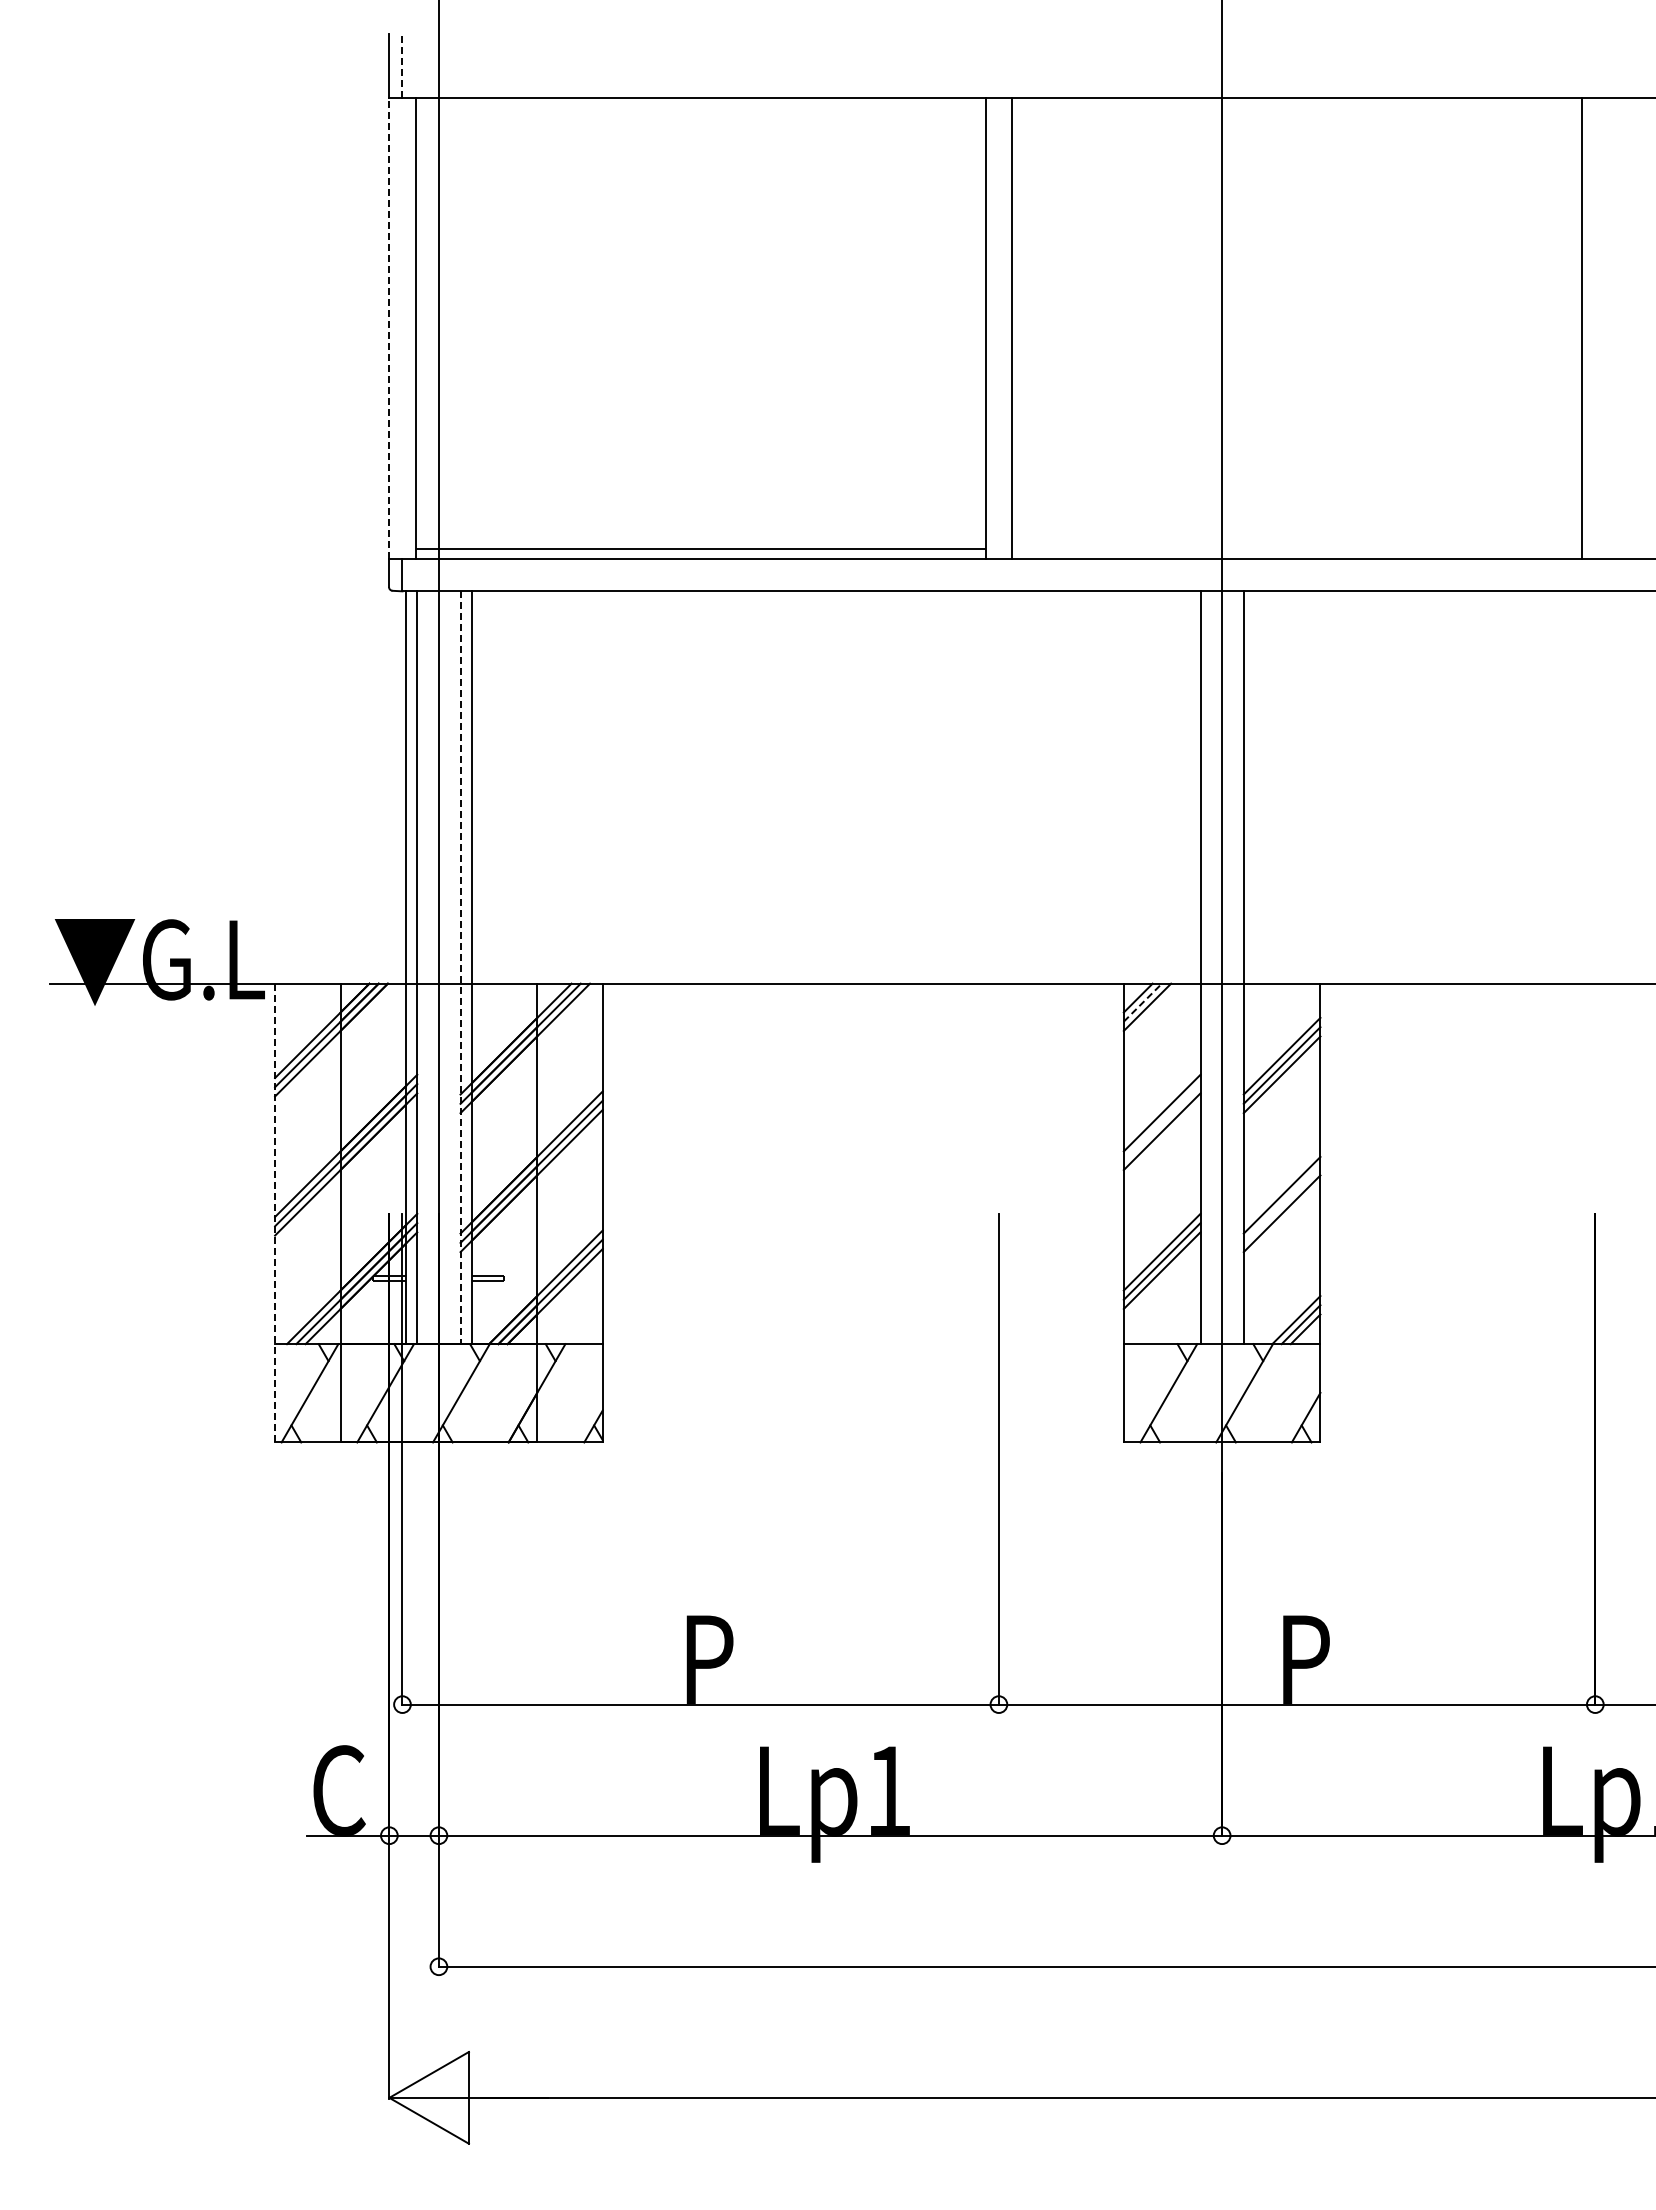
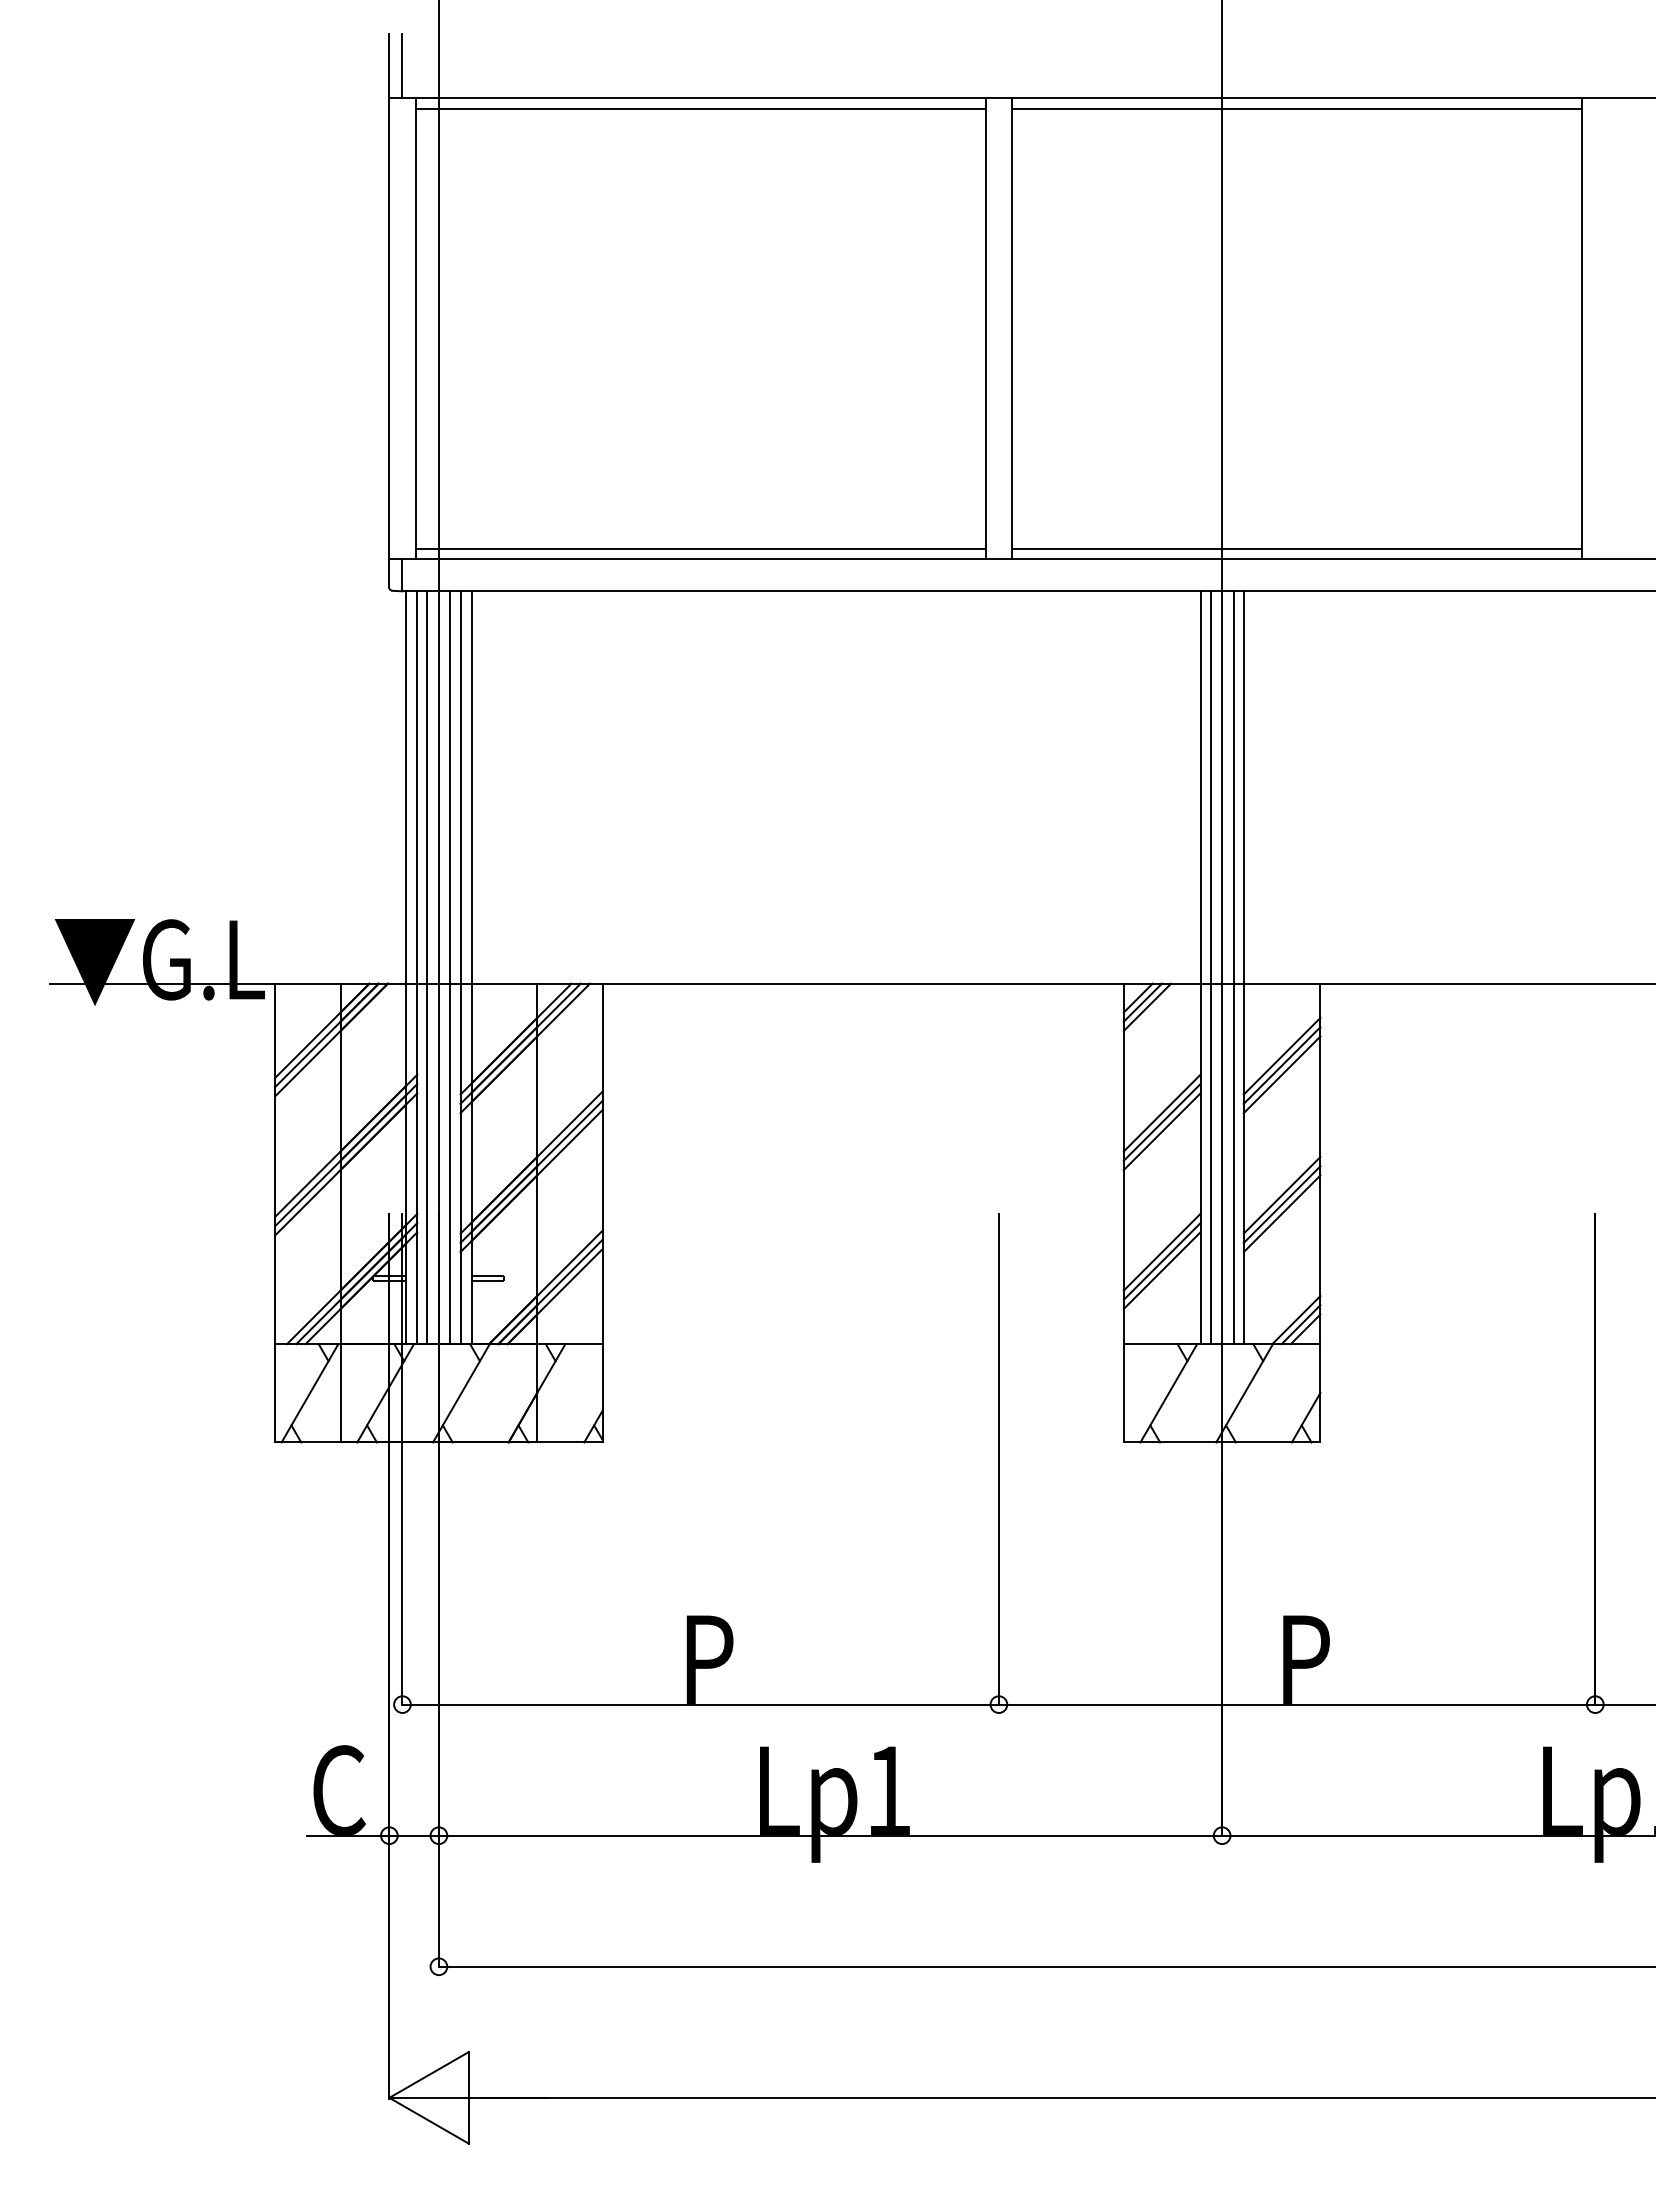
line at (402, 65): dashed -> solid
line at (700, 108): none -> present
line at (1297, 108): none -> present
line at (389, 328): dashed -> solid
line at (1297, 549): none -> present
line at (427, 967): none -> present
line at (450, 967): none -> present
line at (460, 967): dashed -> solid
line at (1210, 967): none -> present
line at (1233, 967): none -> present
line at (1142, 1002): dashed -> solid
line at (1161, 1122): none -> present
line at (1281, 1204): none -> present
line at (275, 1213): dashed -> solid
